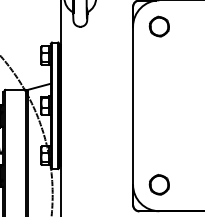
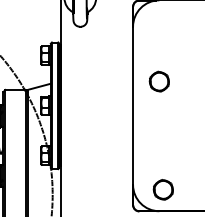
part at (158, 26) position: (158, 26) -> (158, 81)
part at (158, 184) position: (158, 184) -> (162, 189)
